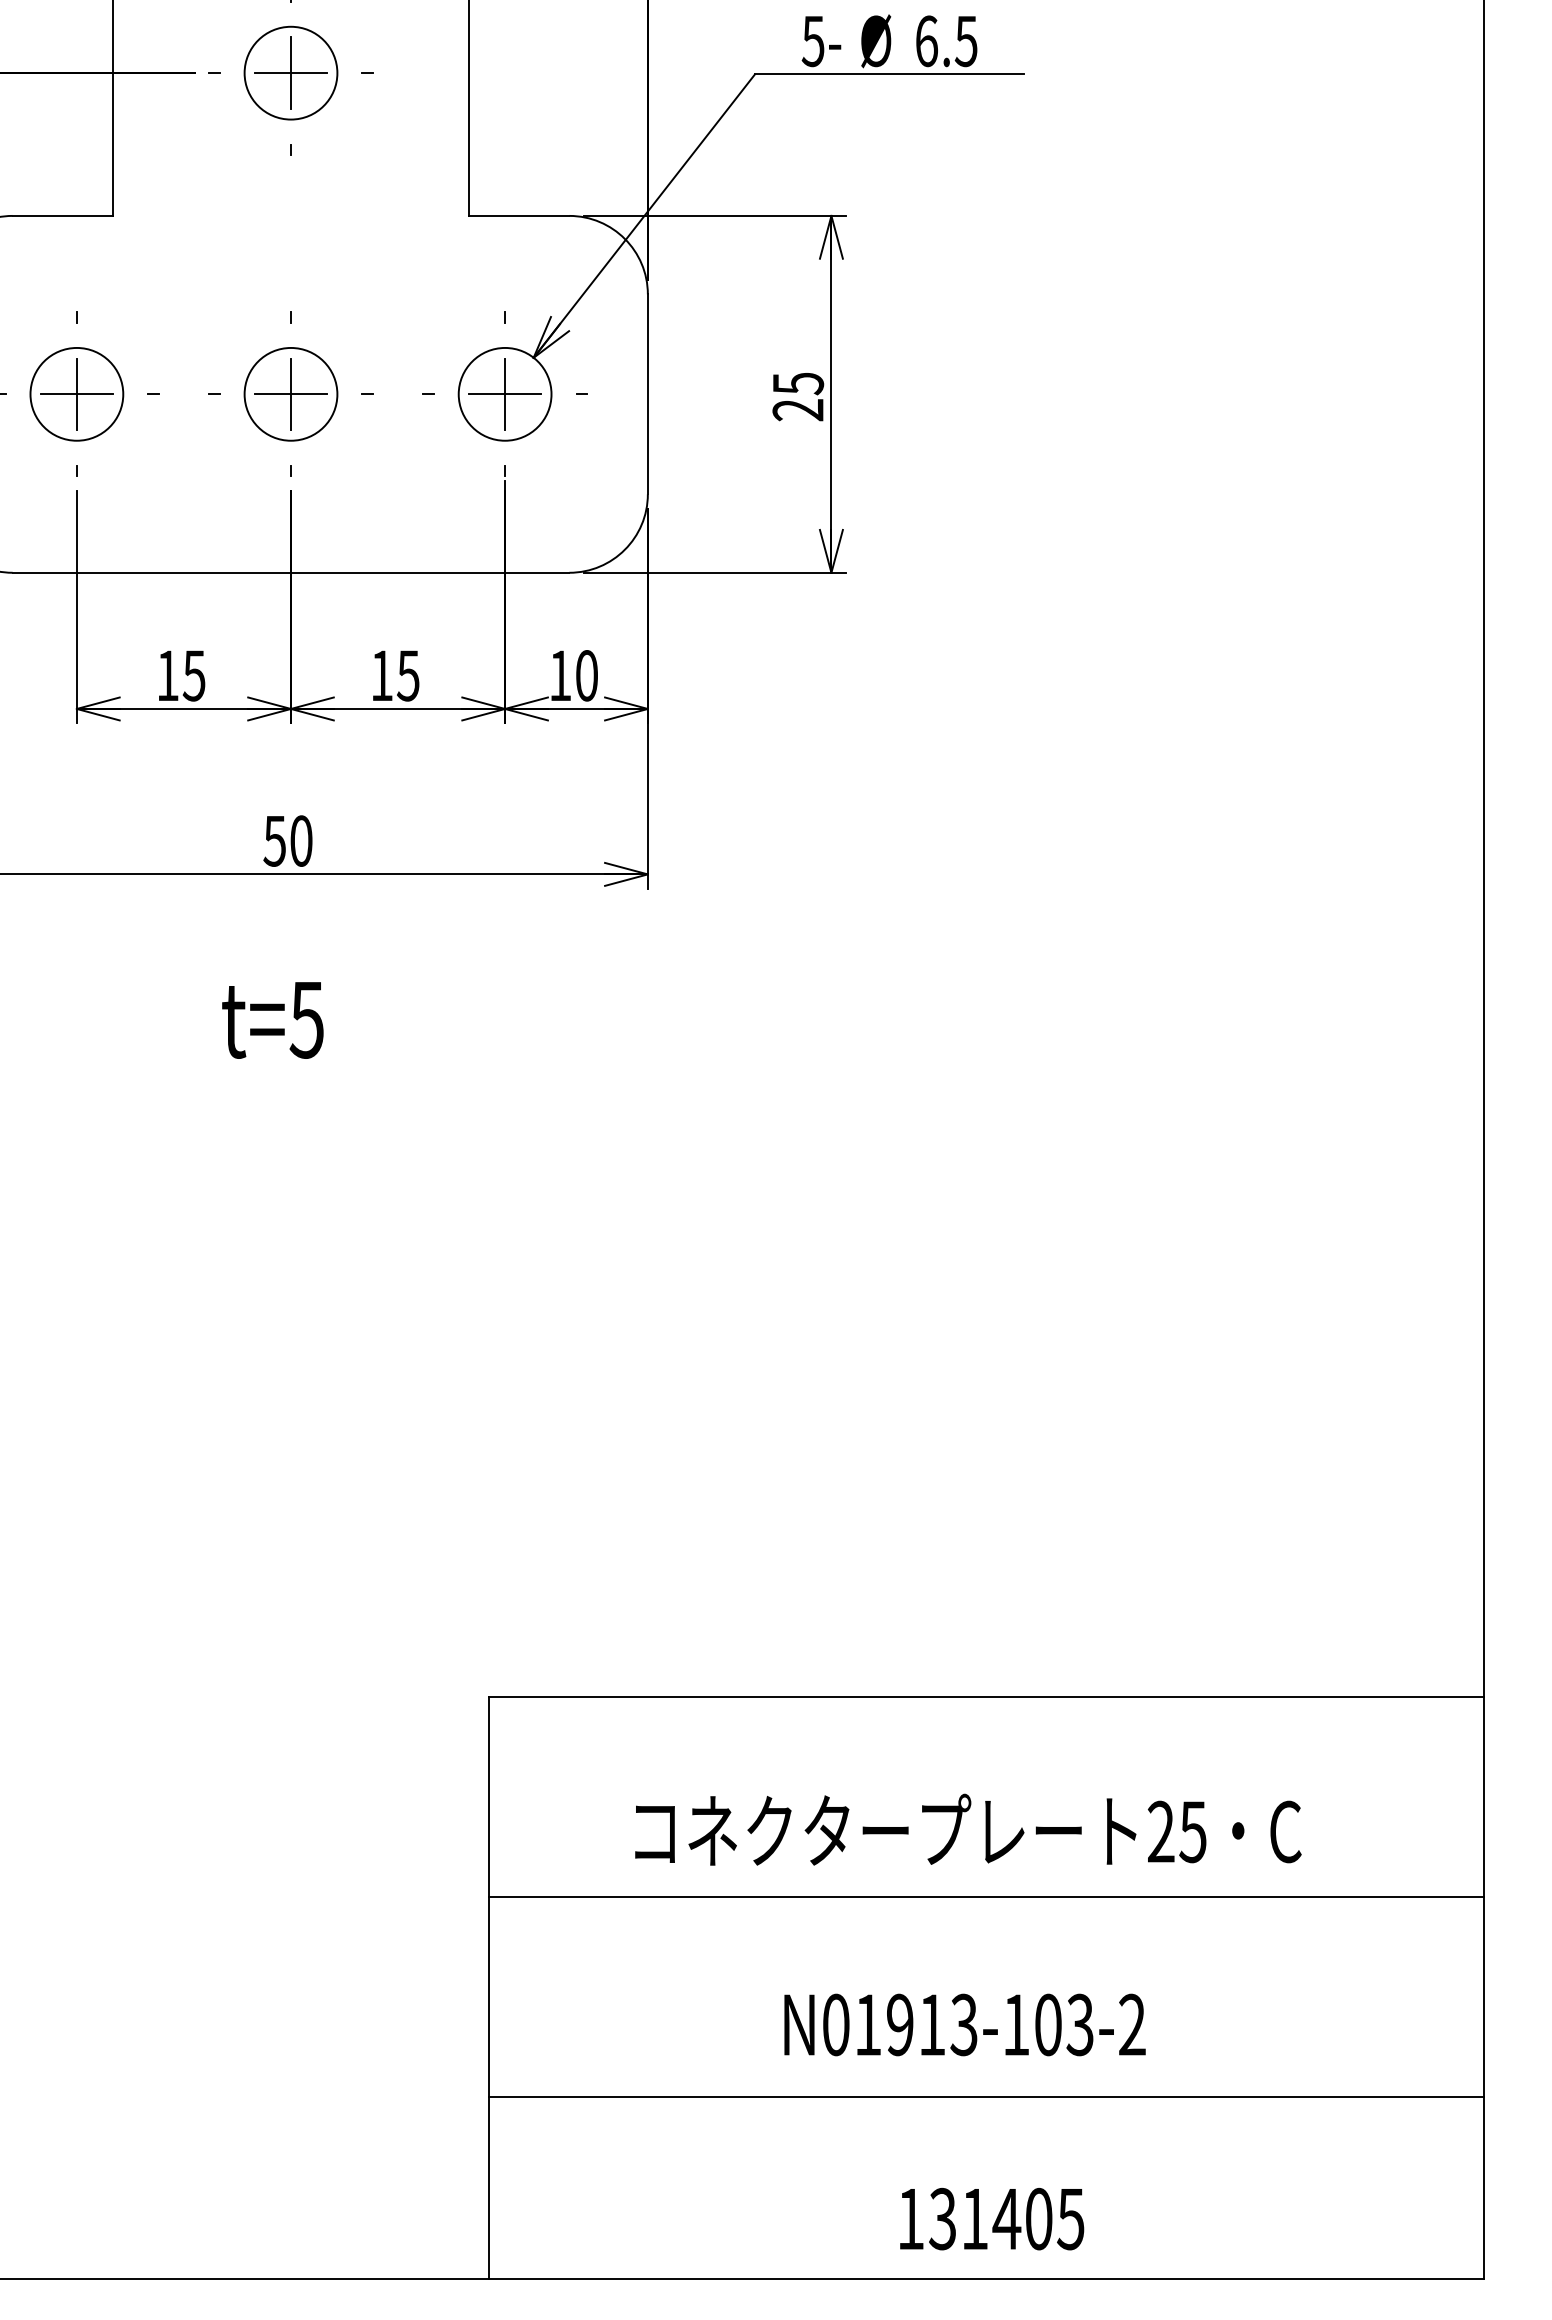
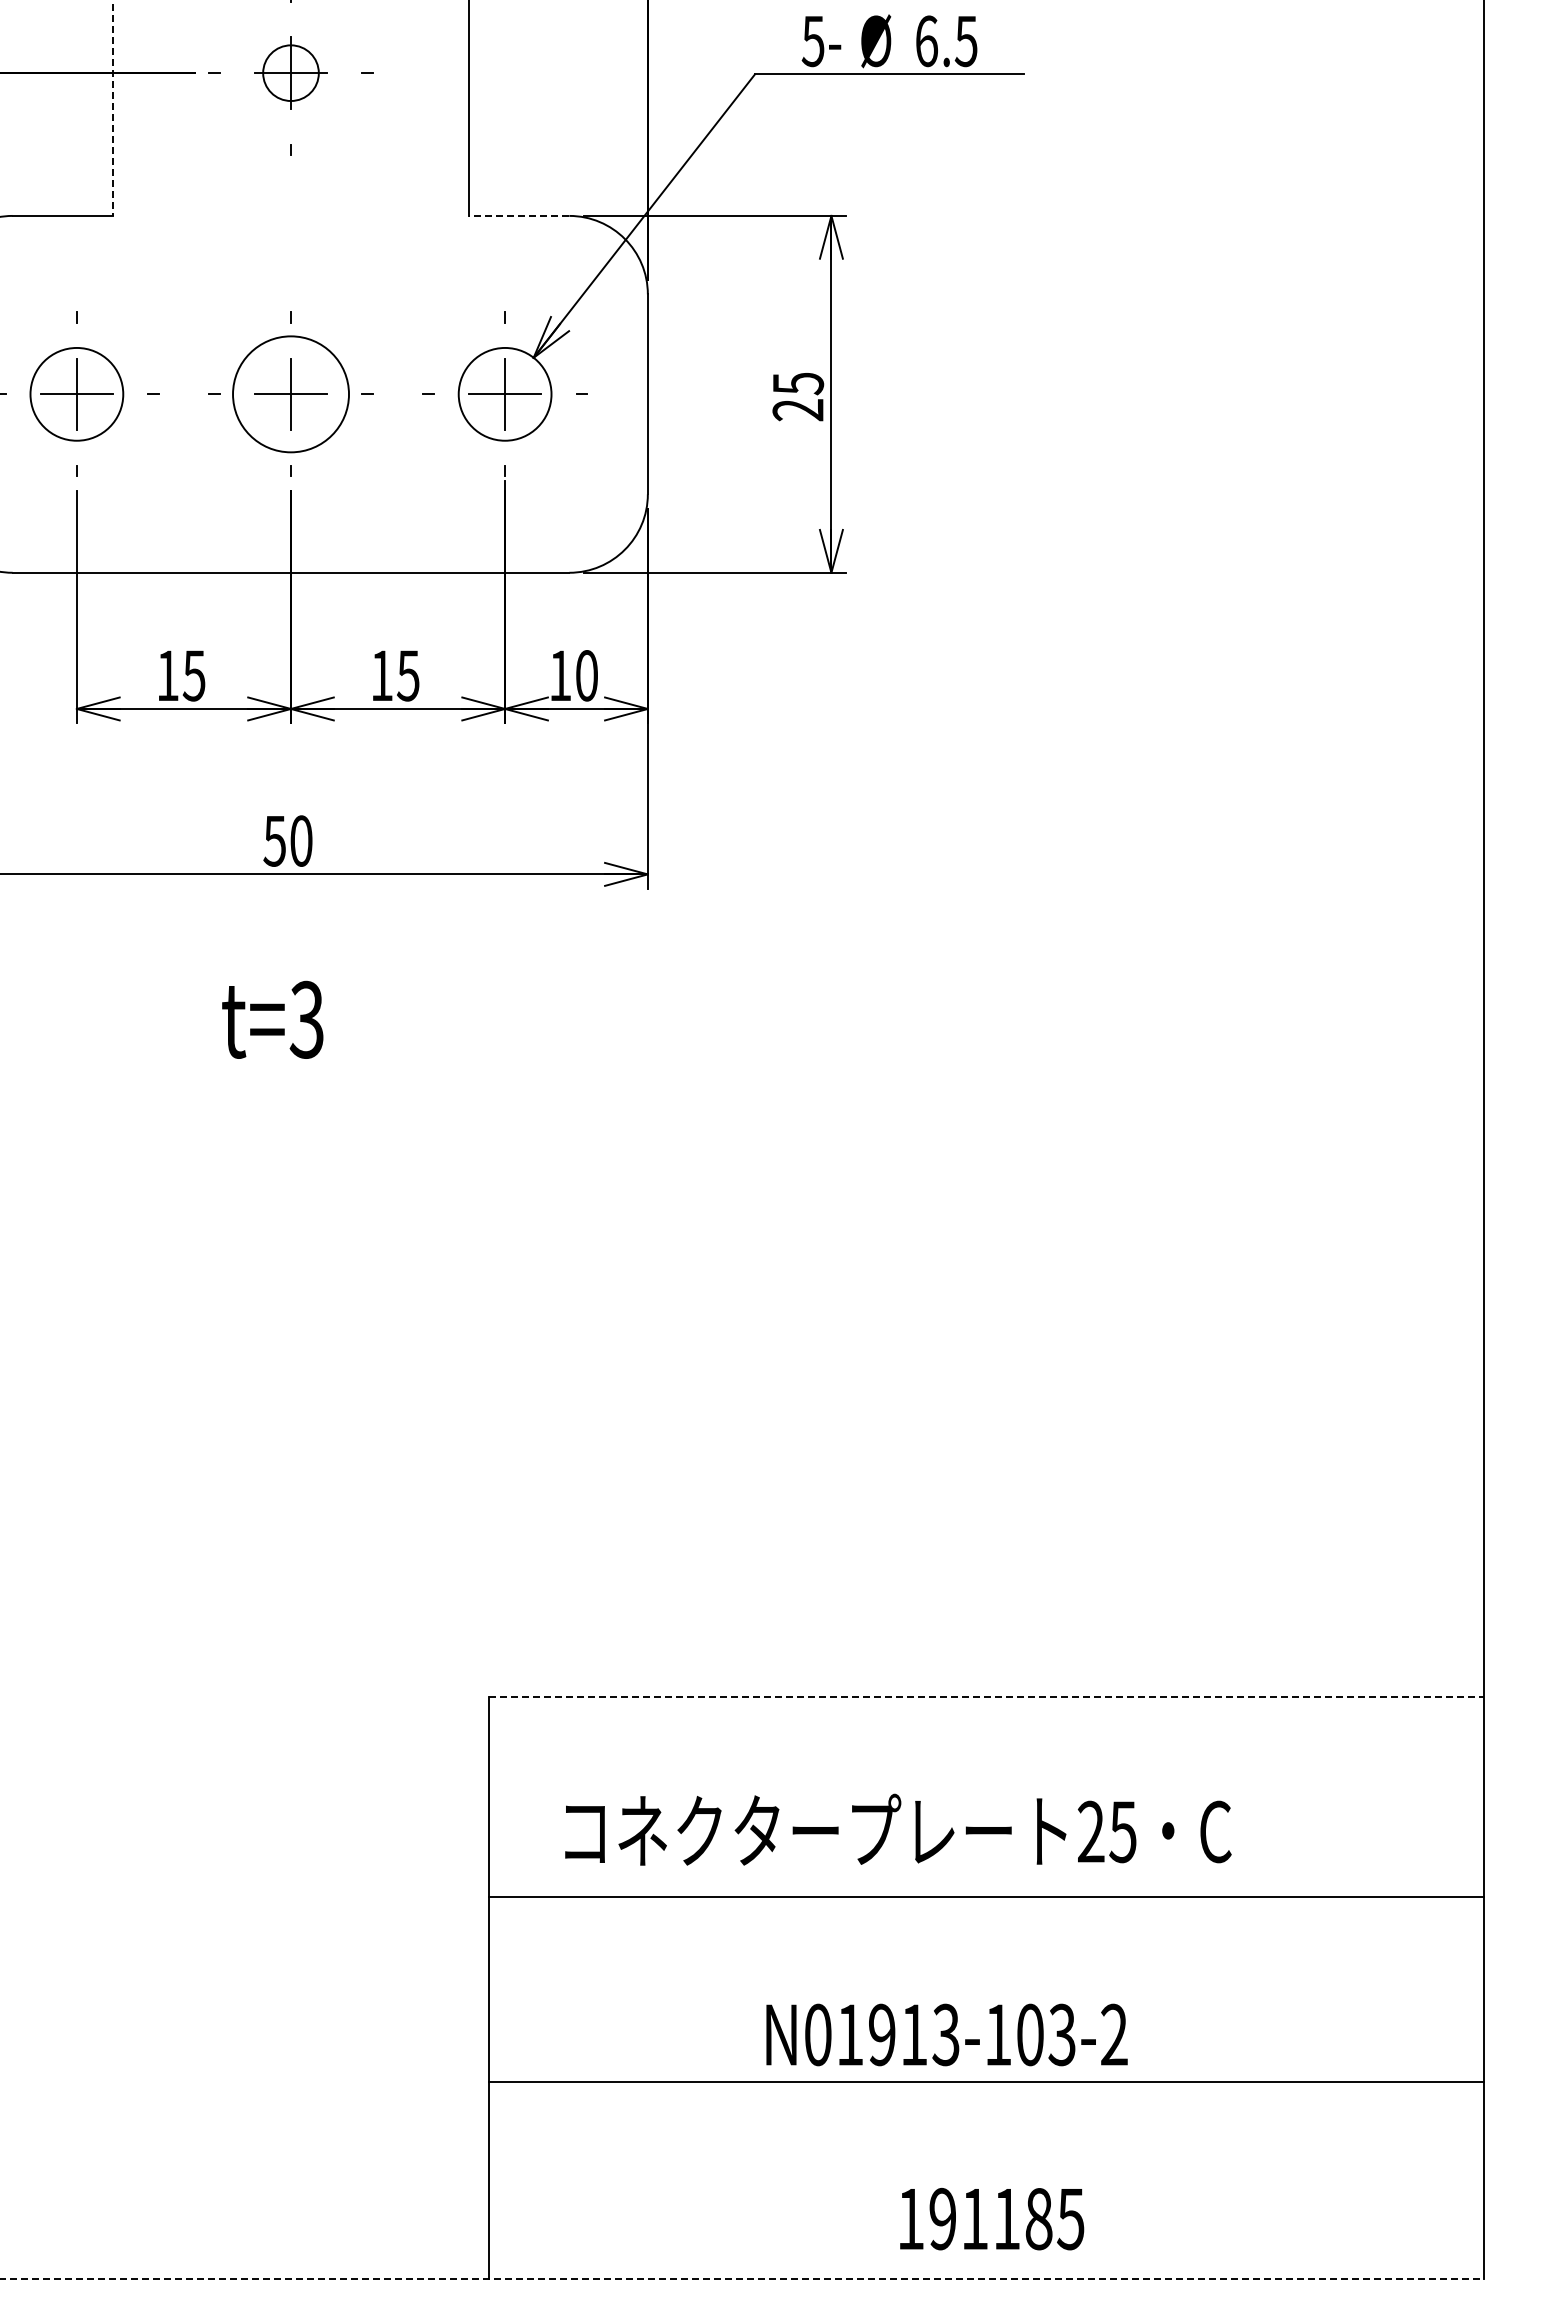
circle at (290, 72) diameter: 93 px -> 56 px
line at (112, 108): solid -> dashed
line at (519, 215): solid -> dashed
circle at (290, 393) diameter: 93 px -> 116 px
text at (306, 1019): t=5 -> t=3
line at (986, 1697): solid -> dashed
text at (968, 1829) position: (968, 1829) -> (898, 1829)
text at (964, 2024) position: (964, 2024) -> (946, 2034)
line at (986, 2096) position: (986, 2096) -> (986, 2081)
text at (990, 2218): 131405 -> 191185
line at (742, 2278): solid -> dashed
